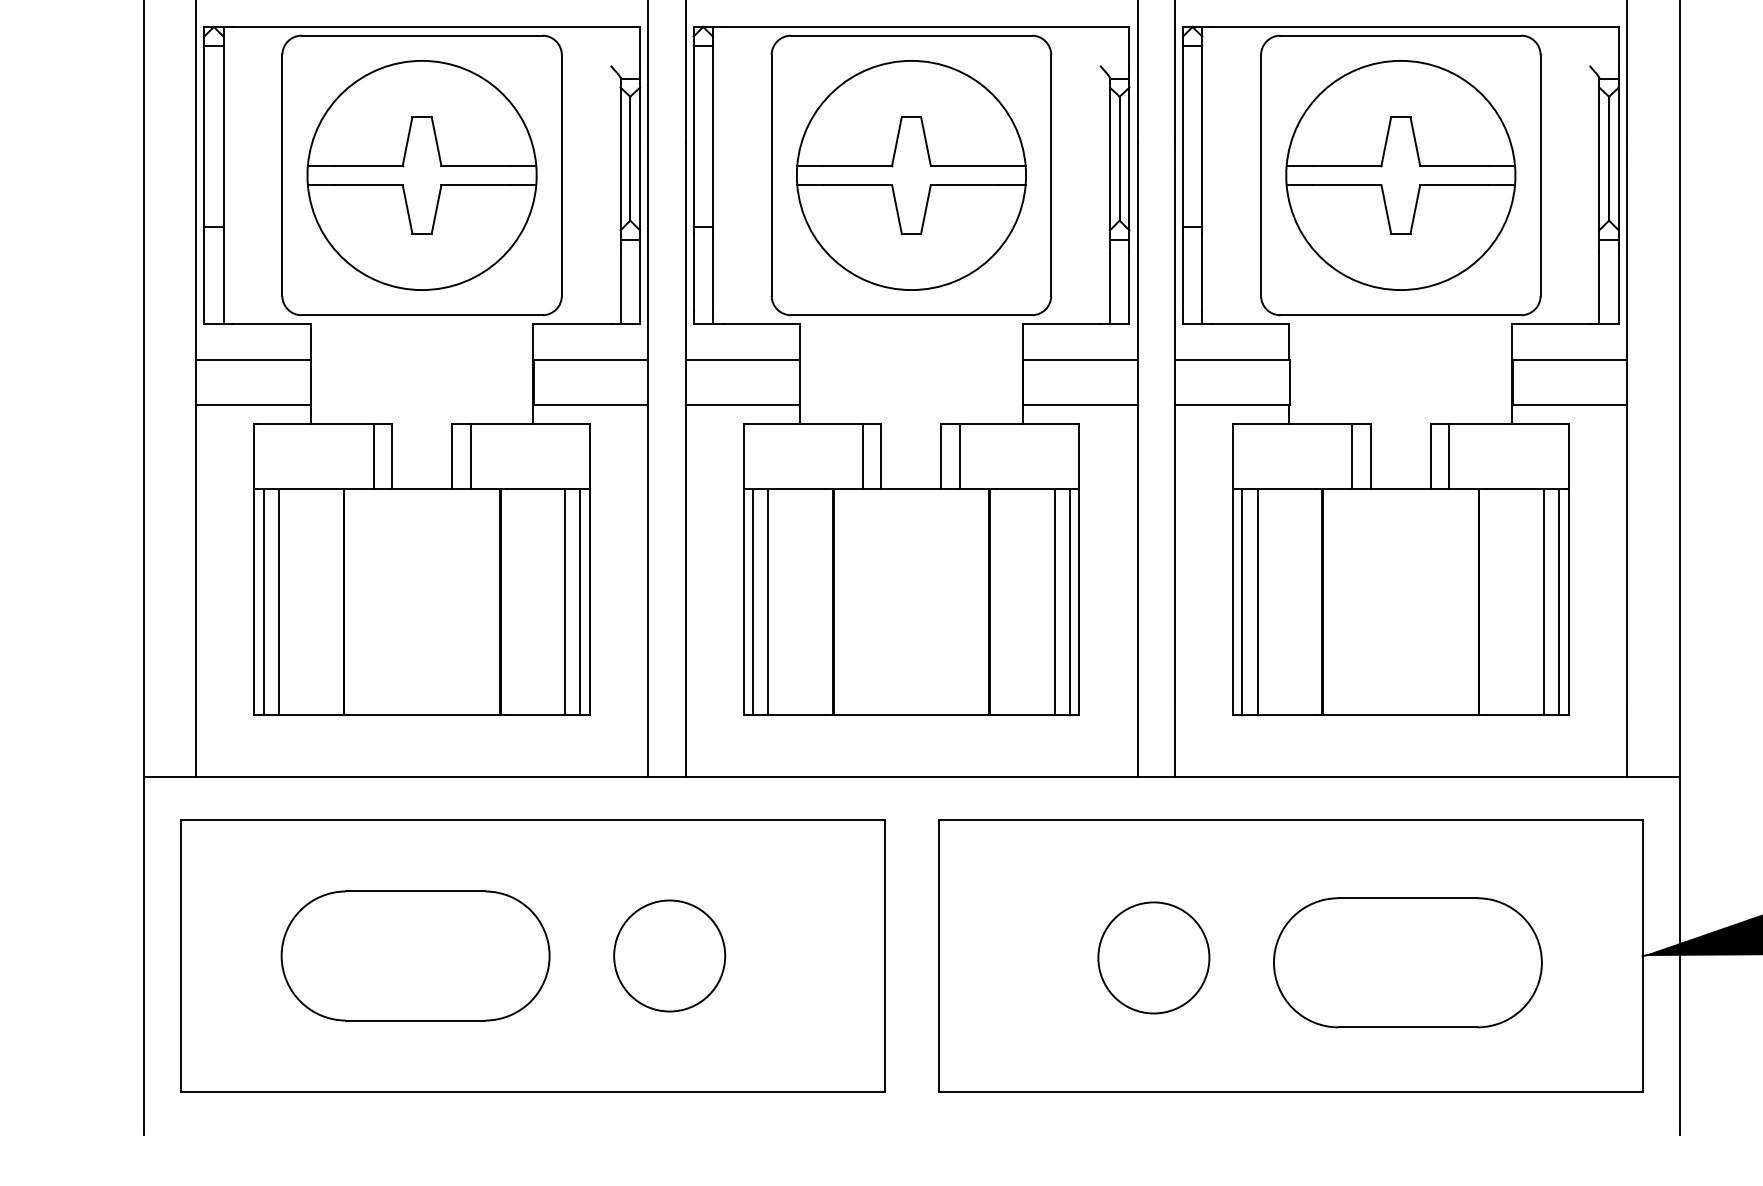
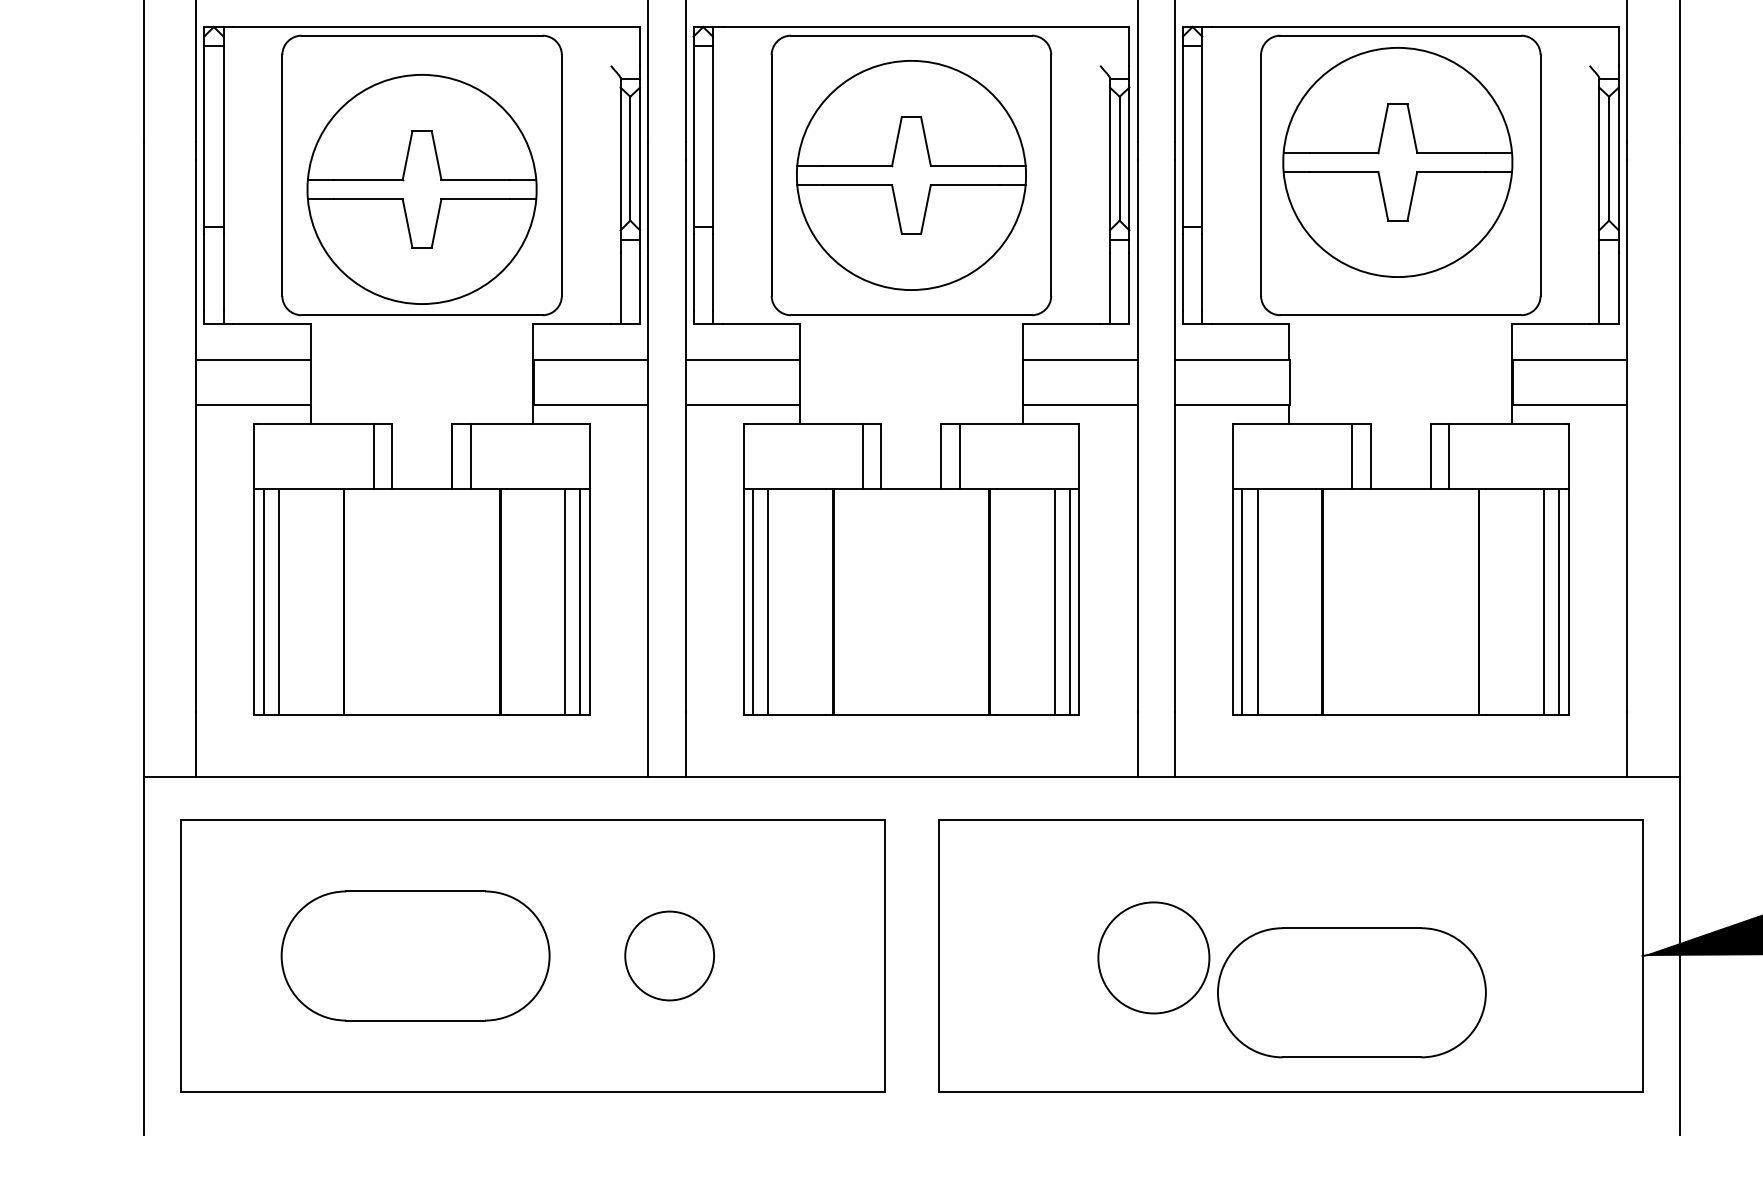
part at (421, 175) position: (421, 175) -> (421, 189)
part at (1400, 175) position: (1400, 175) -> (1397, 162)
circle at (669, 955) diameter: 111 px -> 89 px
part at (1407, 962) position: (1407, 962) -> (1351, 992)
